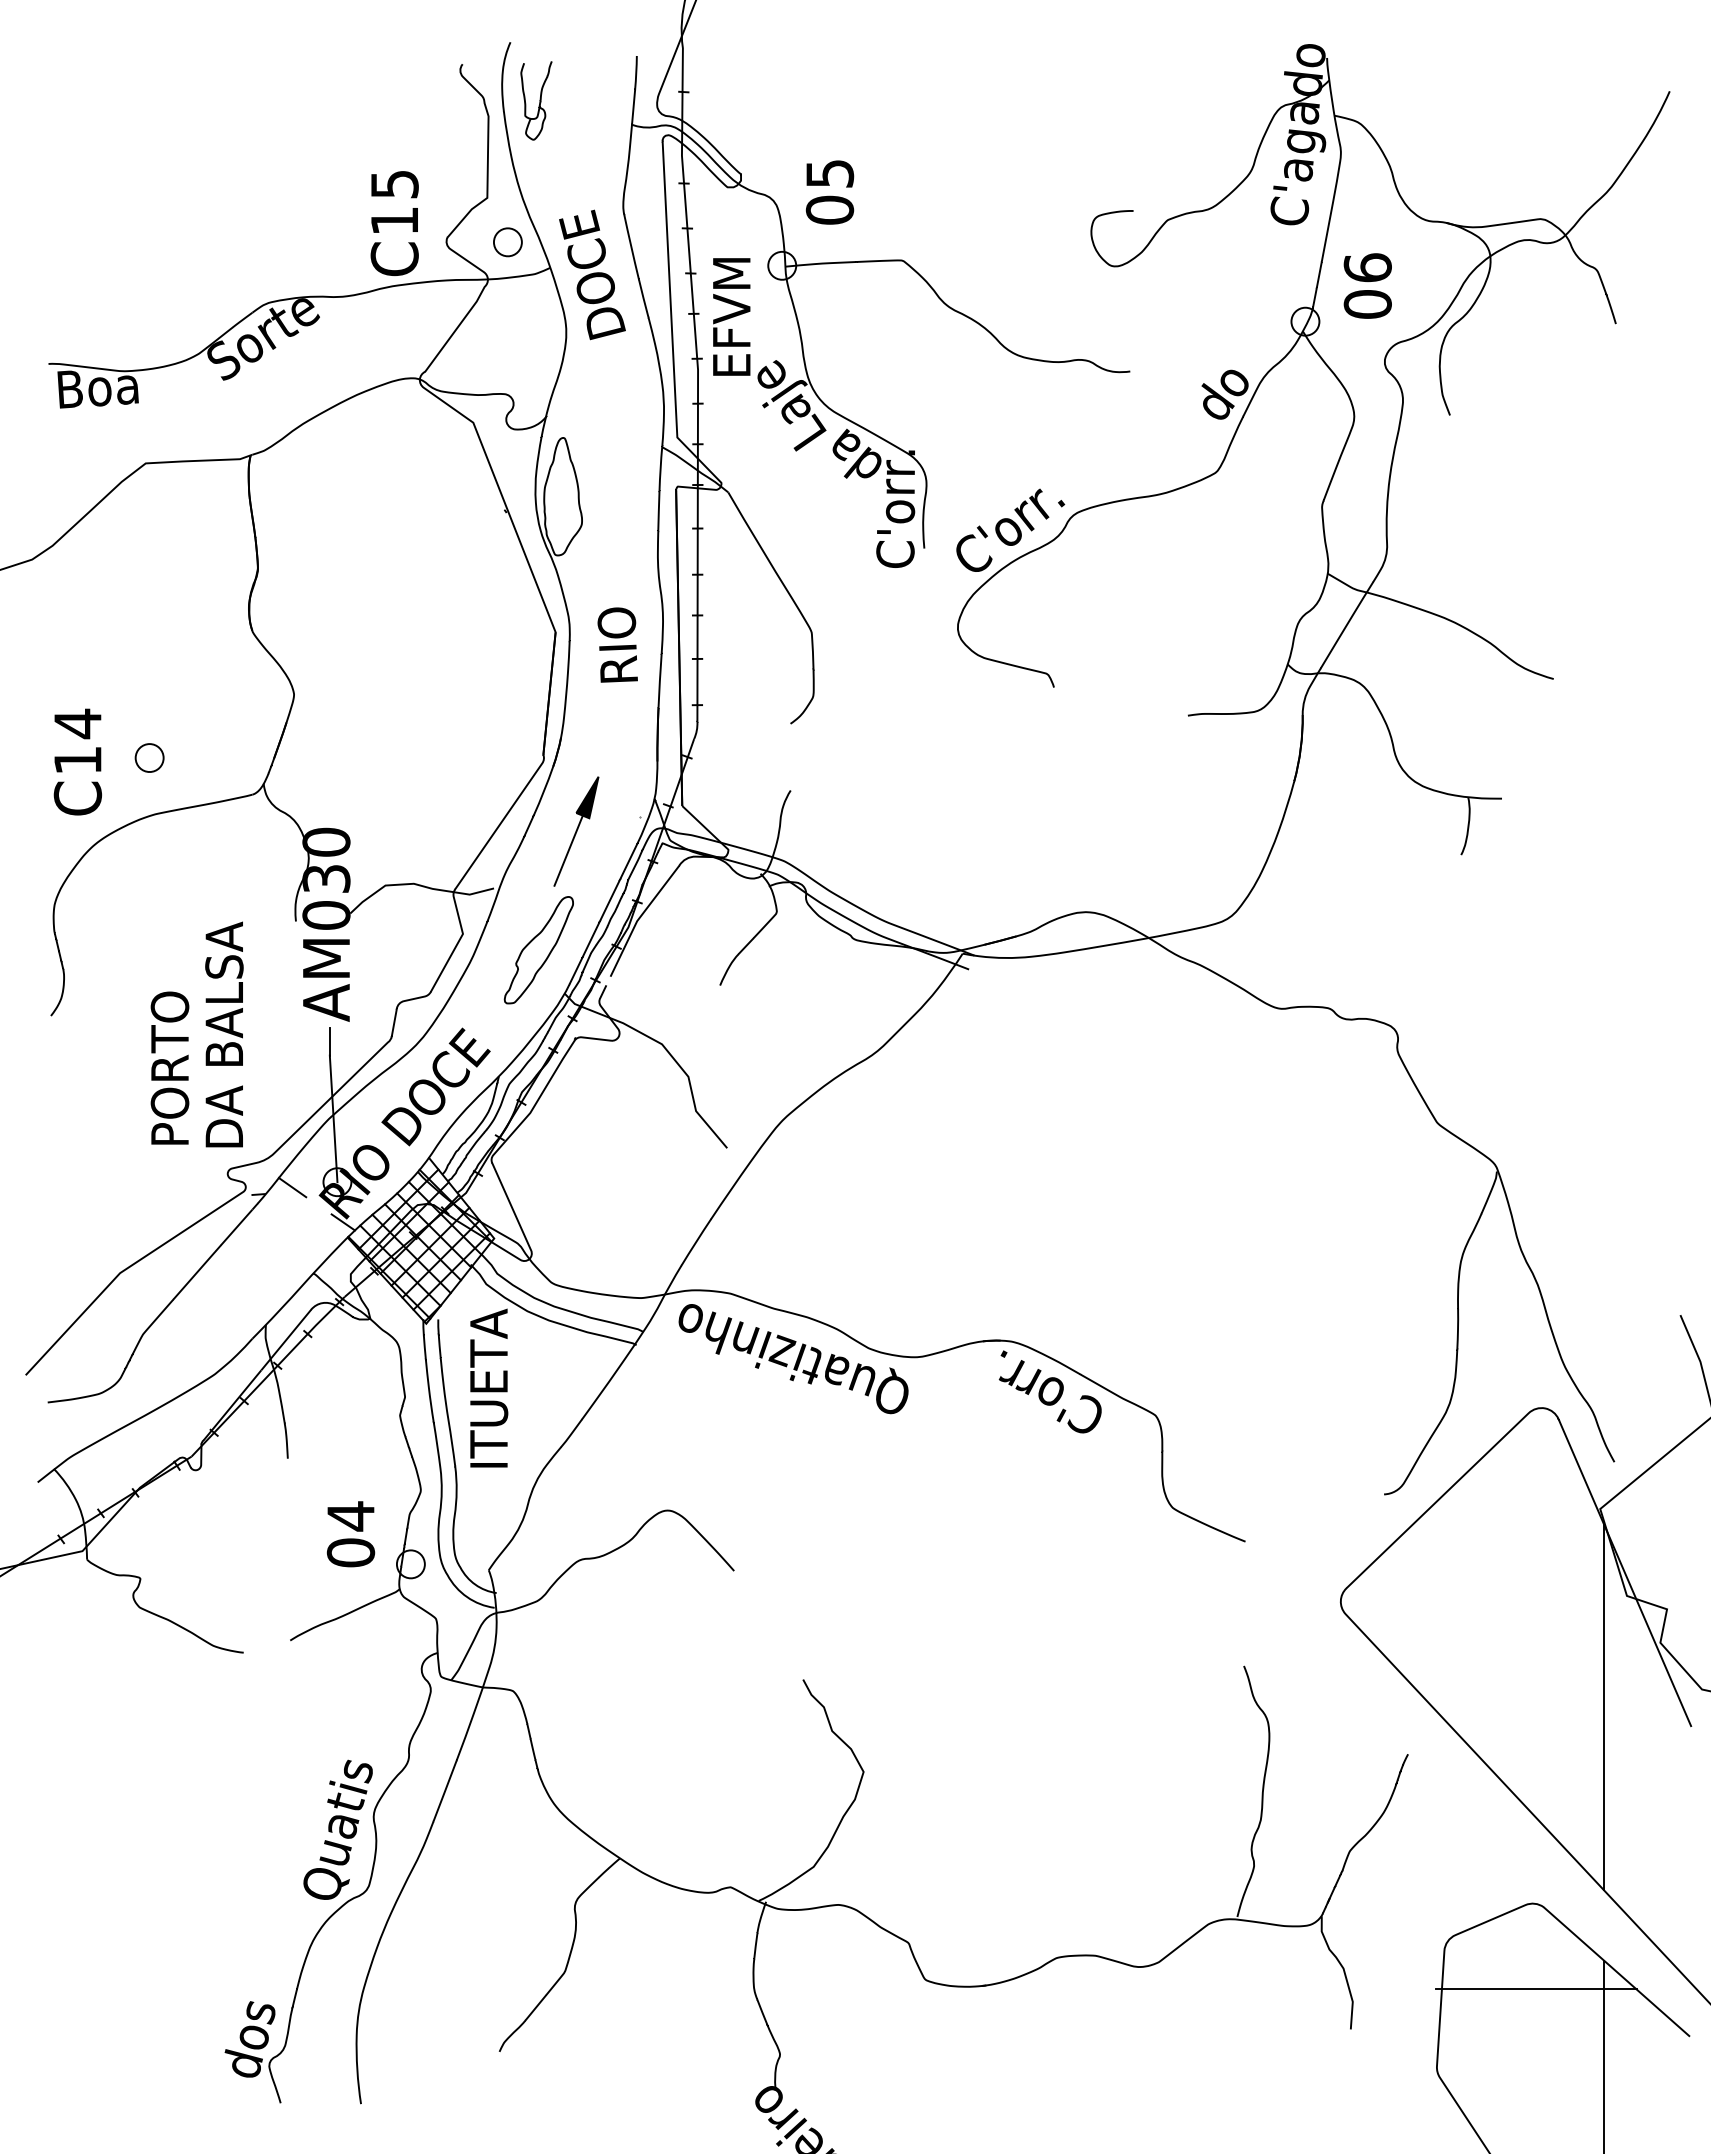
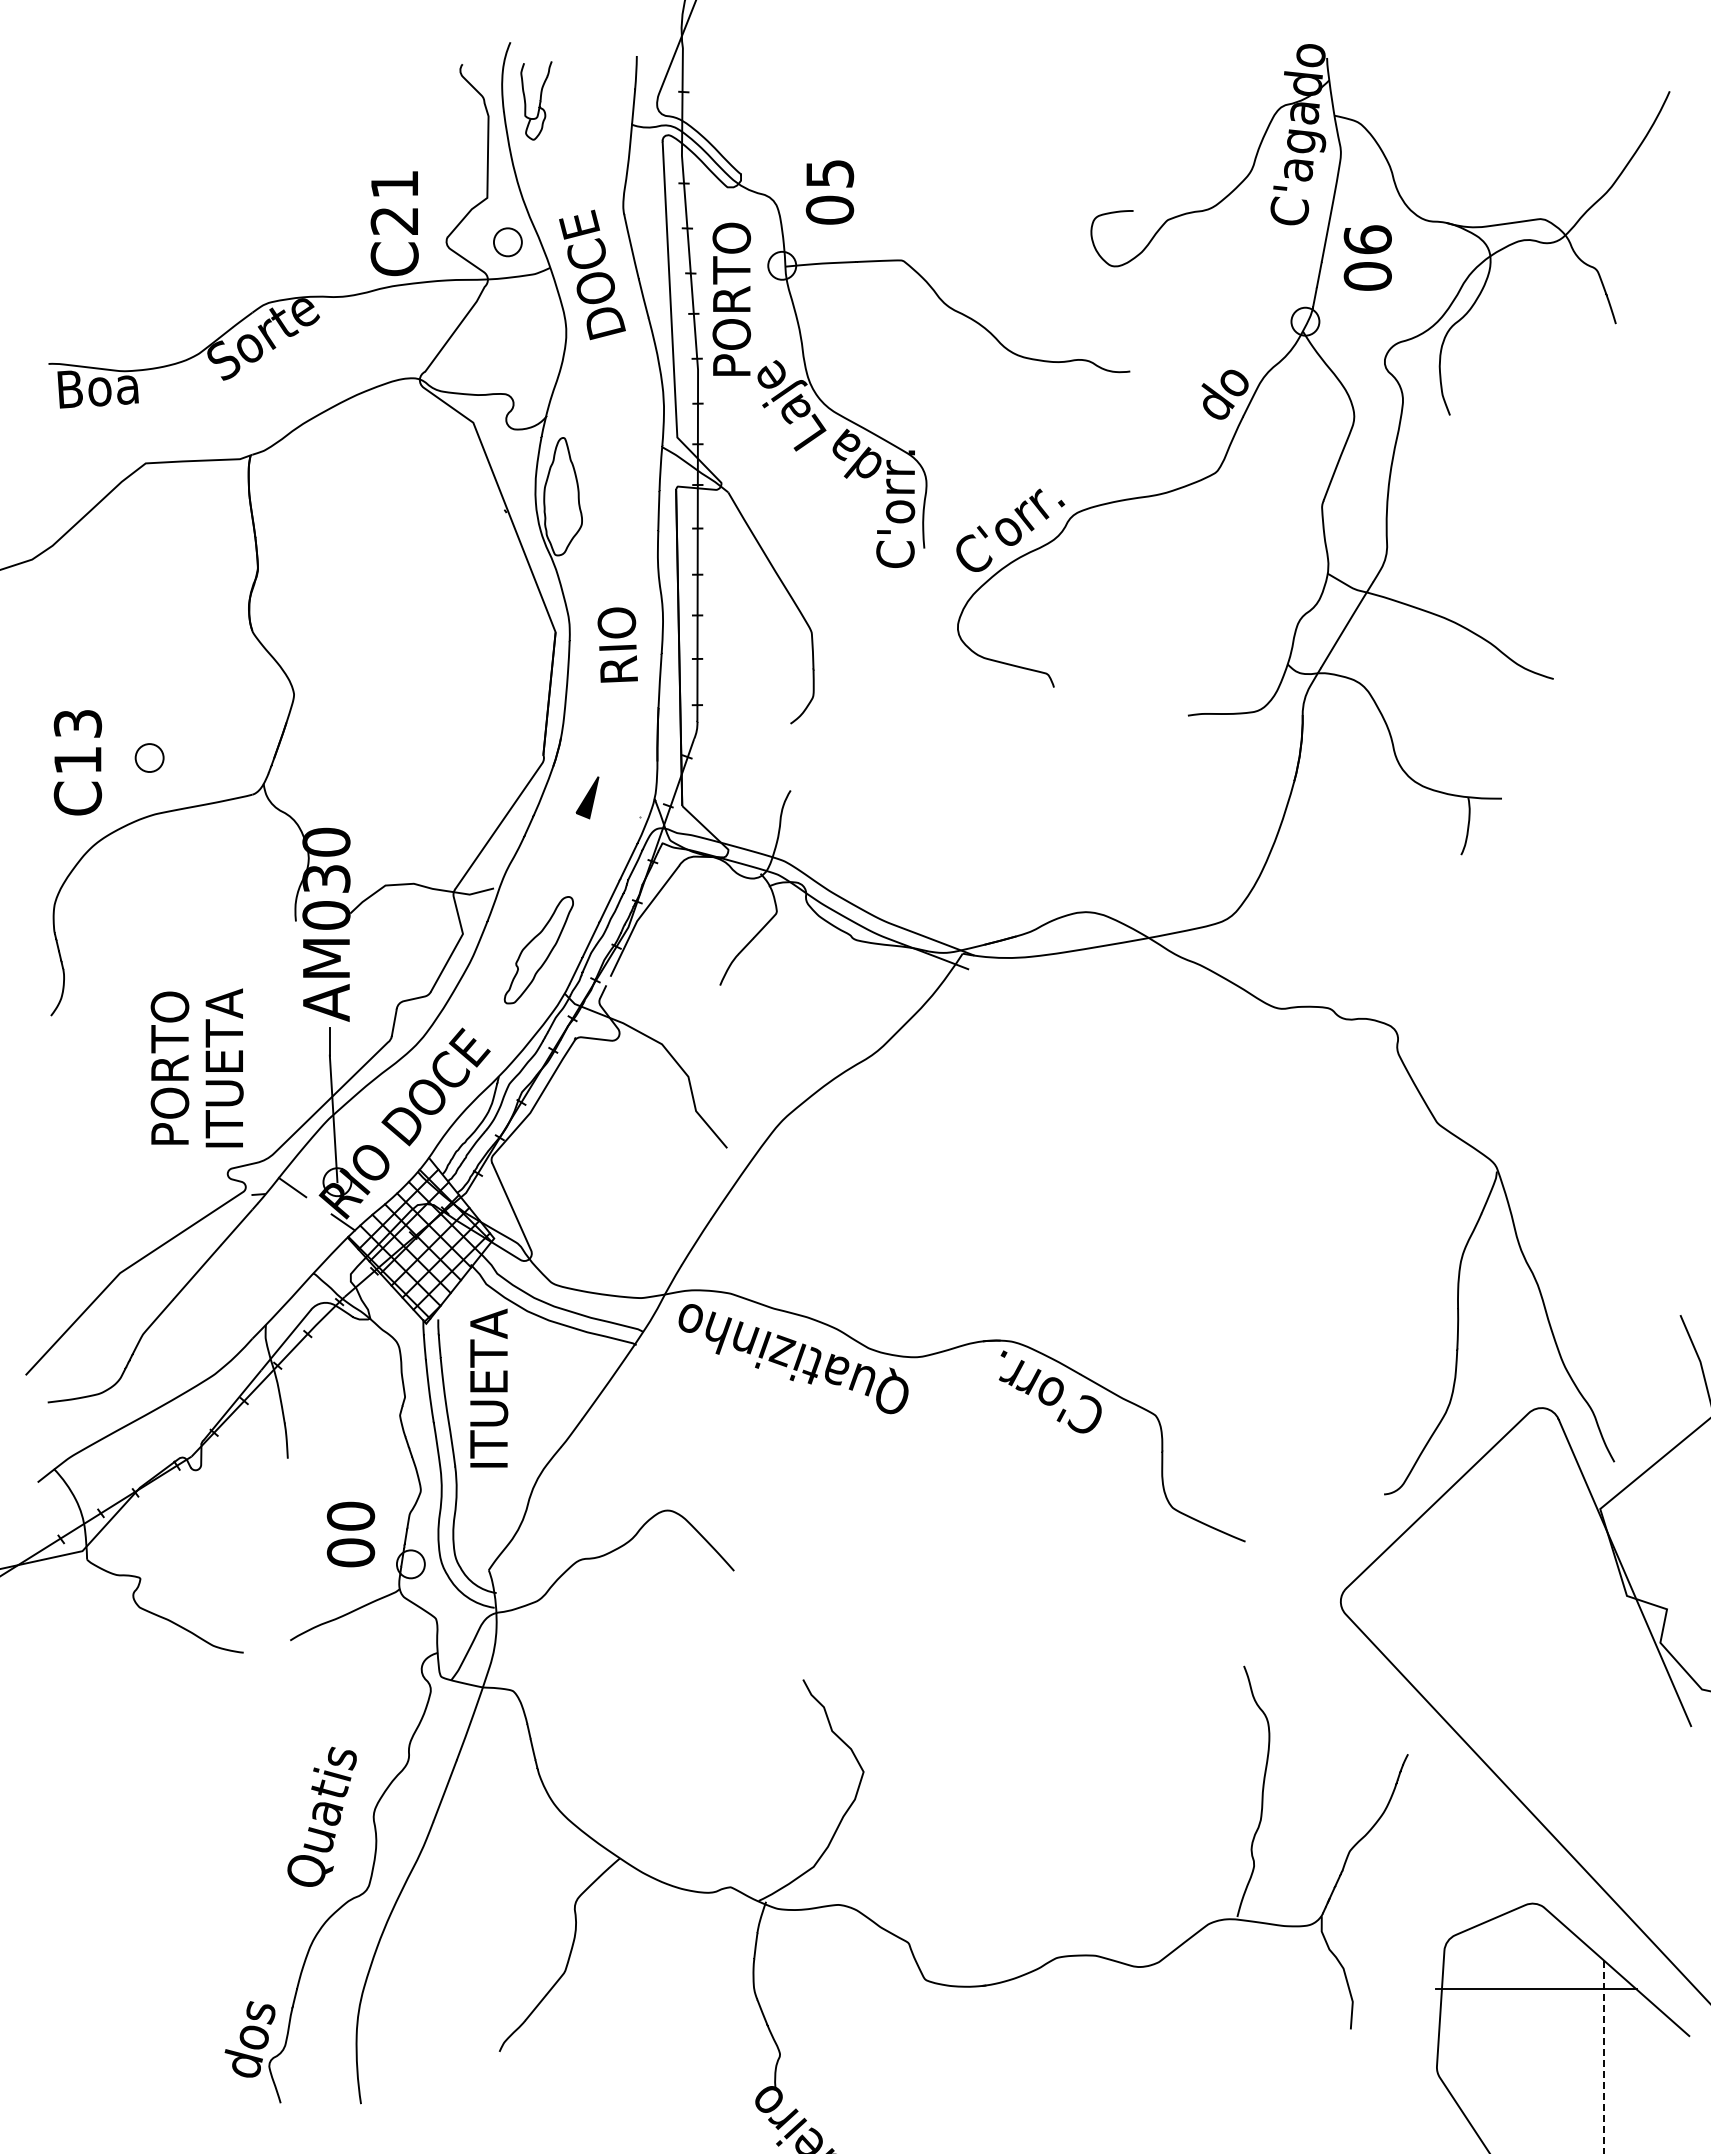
text at (394, 202): C15 -> C21
text at (1367, 285) position: (1367, 285) -> (1367, 257)
text at (731, 296): EFVM -> PORTO
text at (77, 723): C14 -> C13
line at (568, 850): present -> none
text at (224, 1031): DA BALSA -> ITUETA
text at (350, 1516): 04 -> 00
line at (1603, 1707): present -> none
text at (337, 1829) position: (337, 1829) -> (321, 1816)
line at (1603, 2056): solid -> dashed
